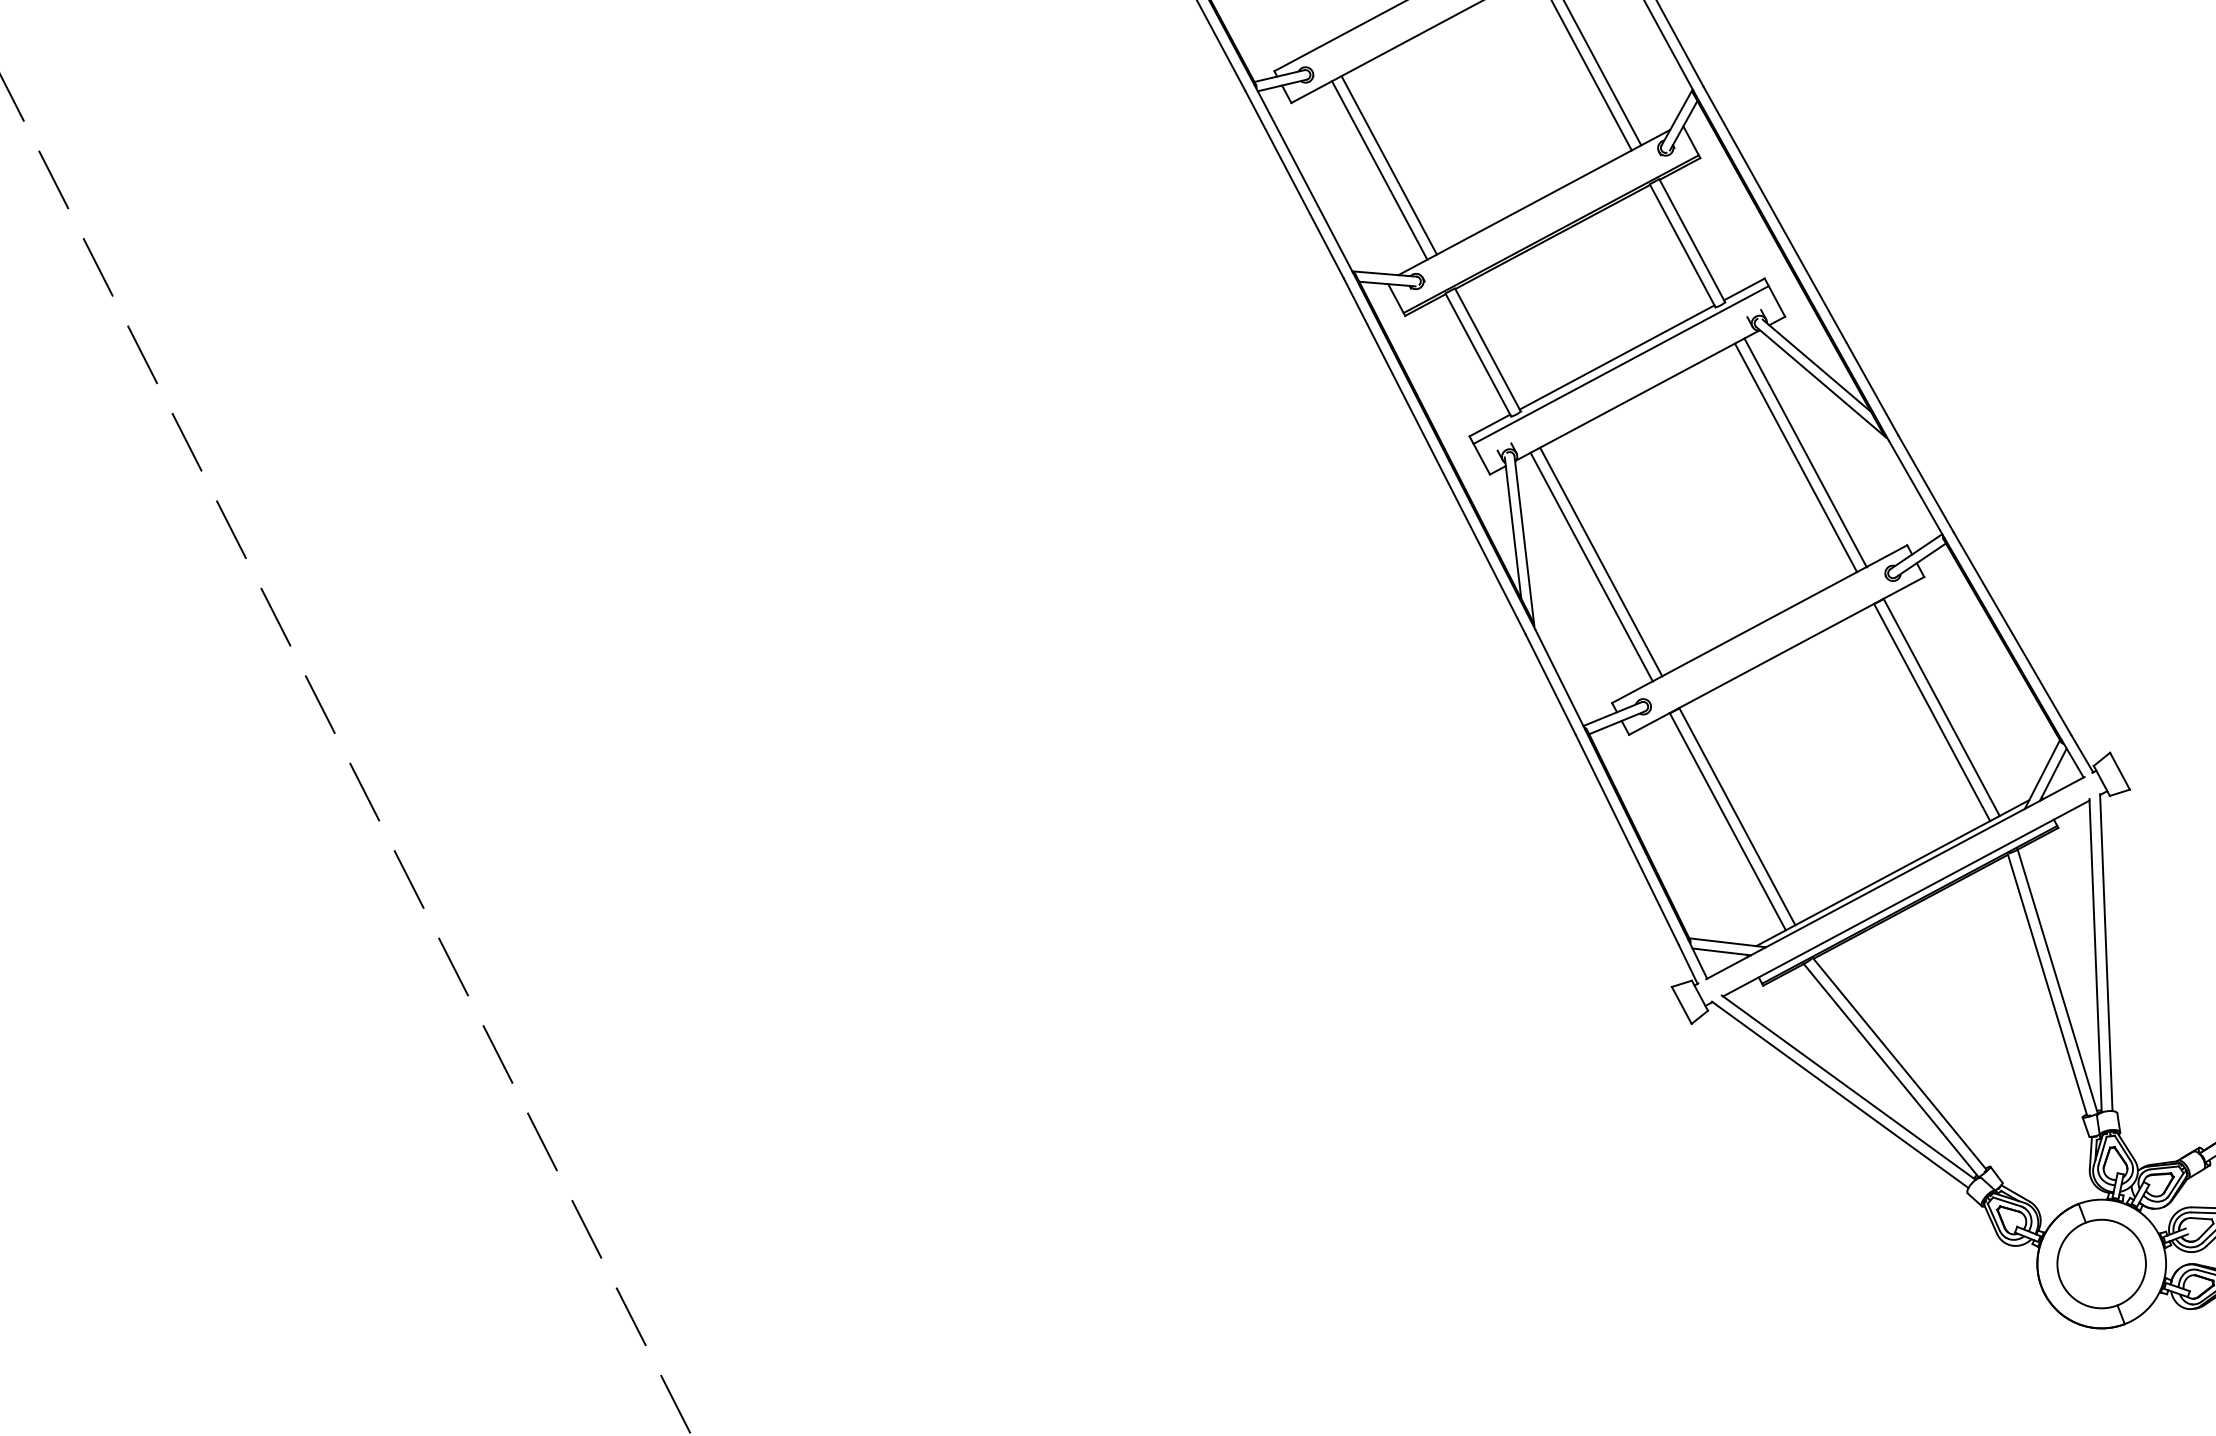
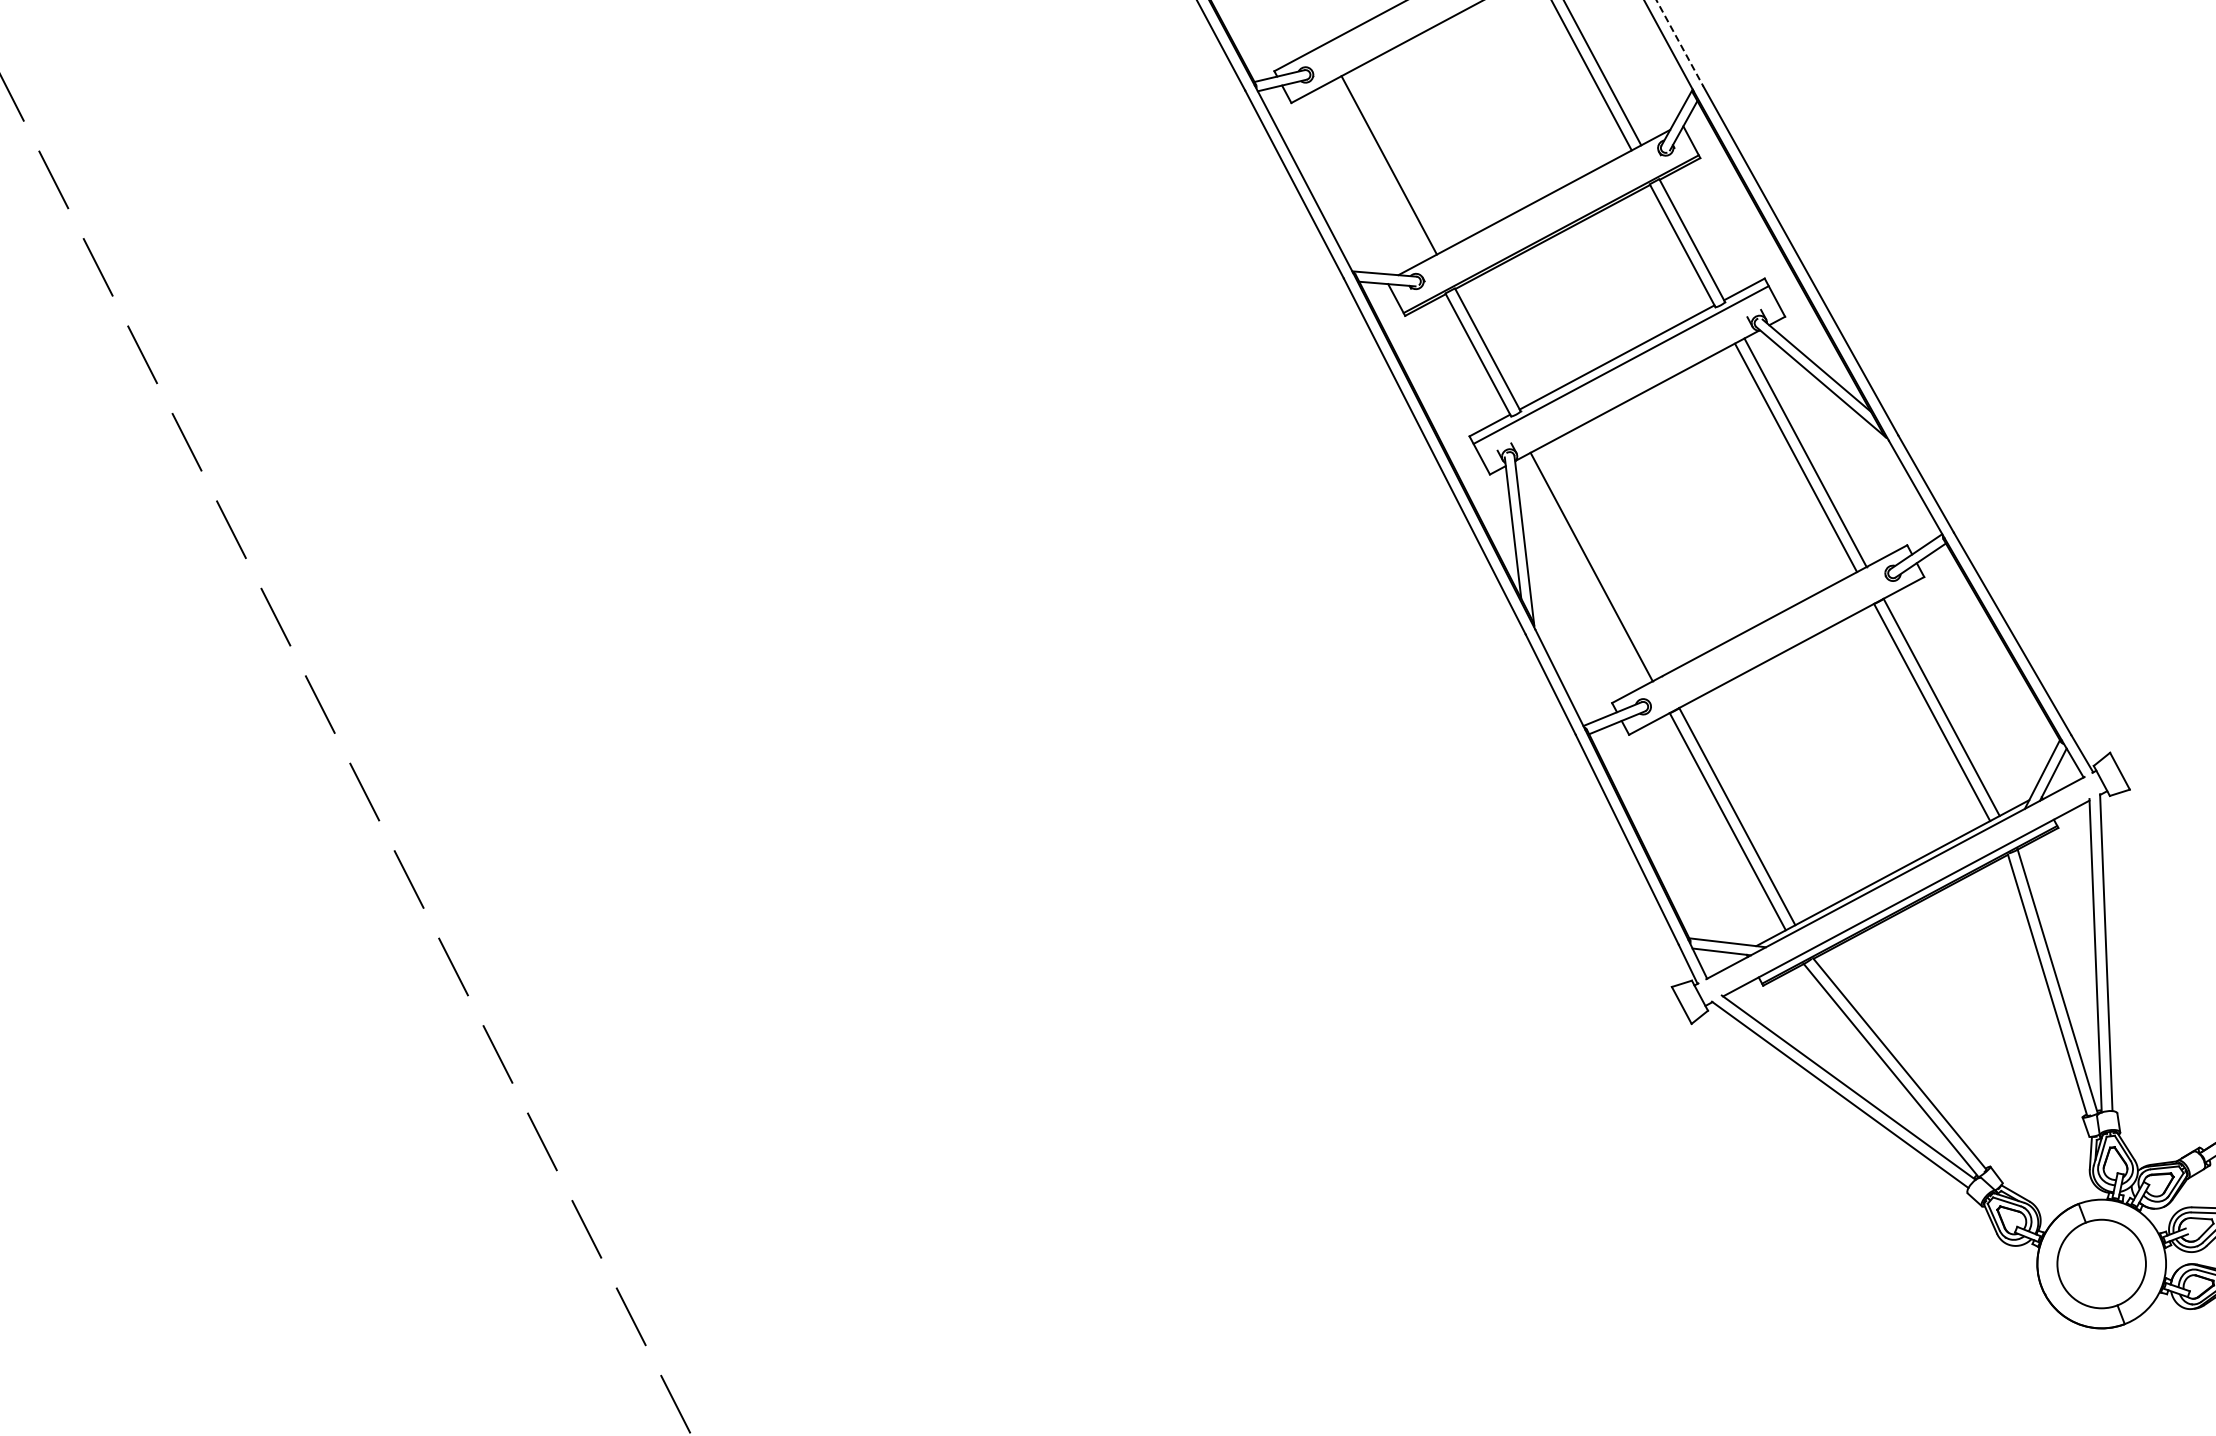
line at (1679, 43): solid -> dashed
line at (1379, 170): present -> none
line at (1601, 561): present -> none
